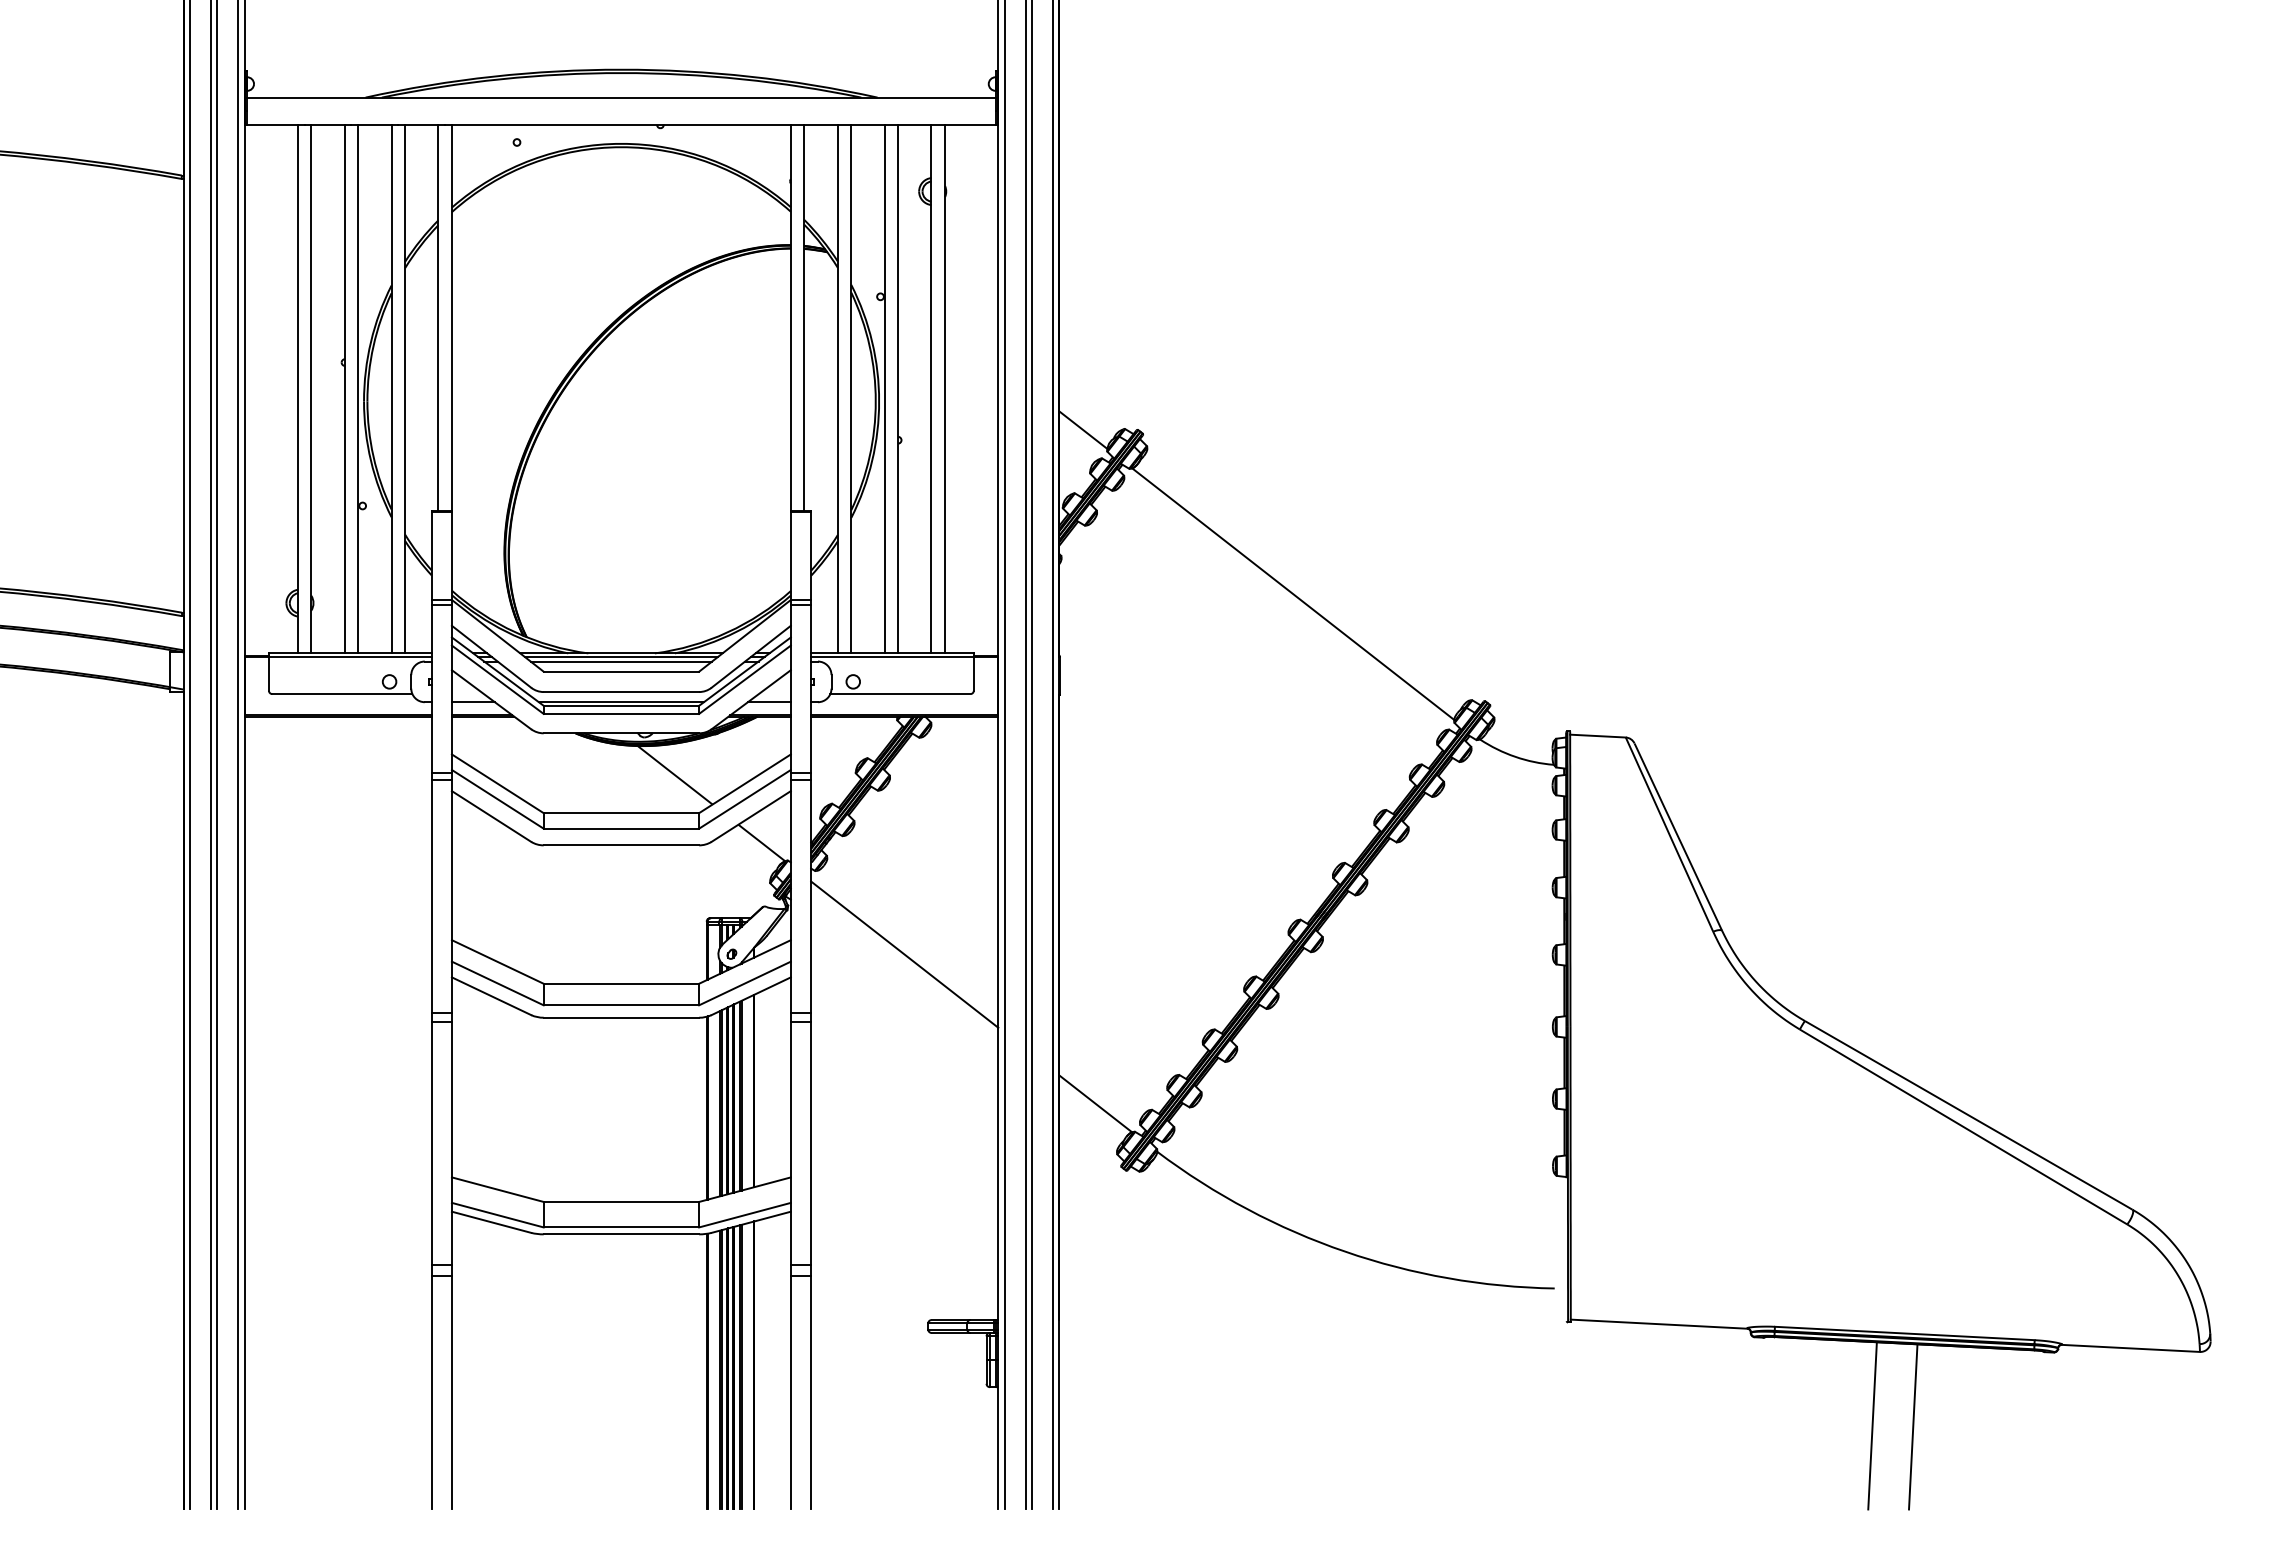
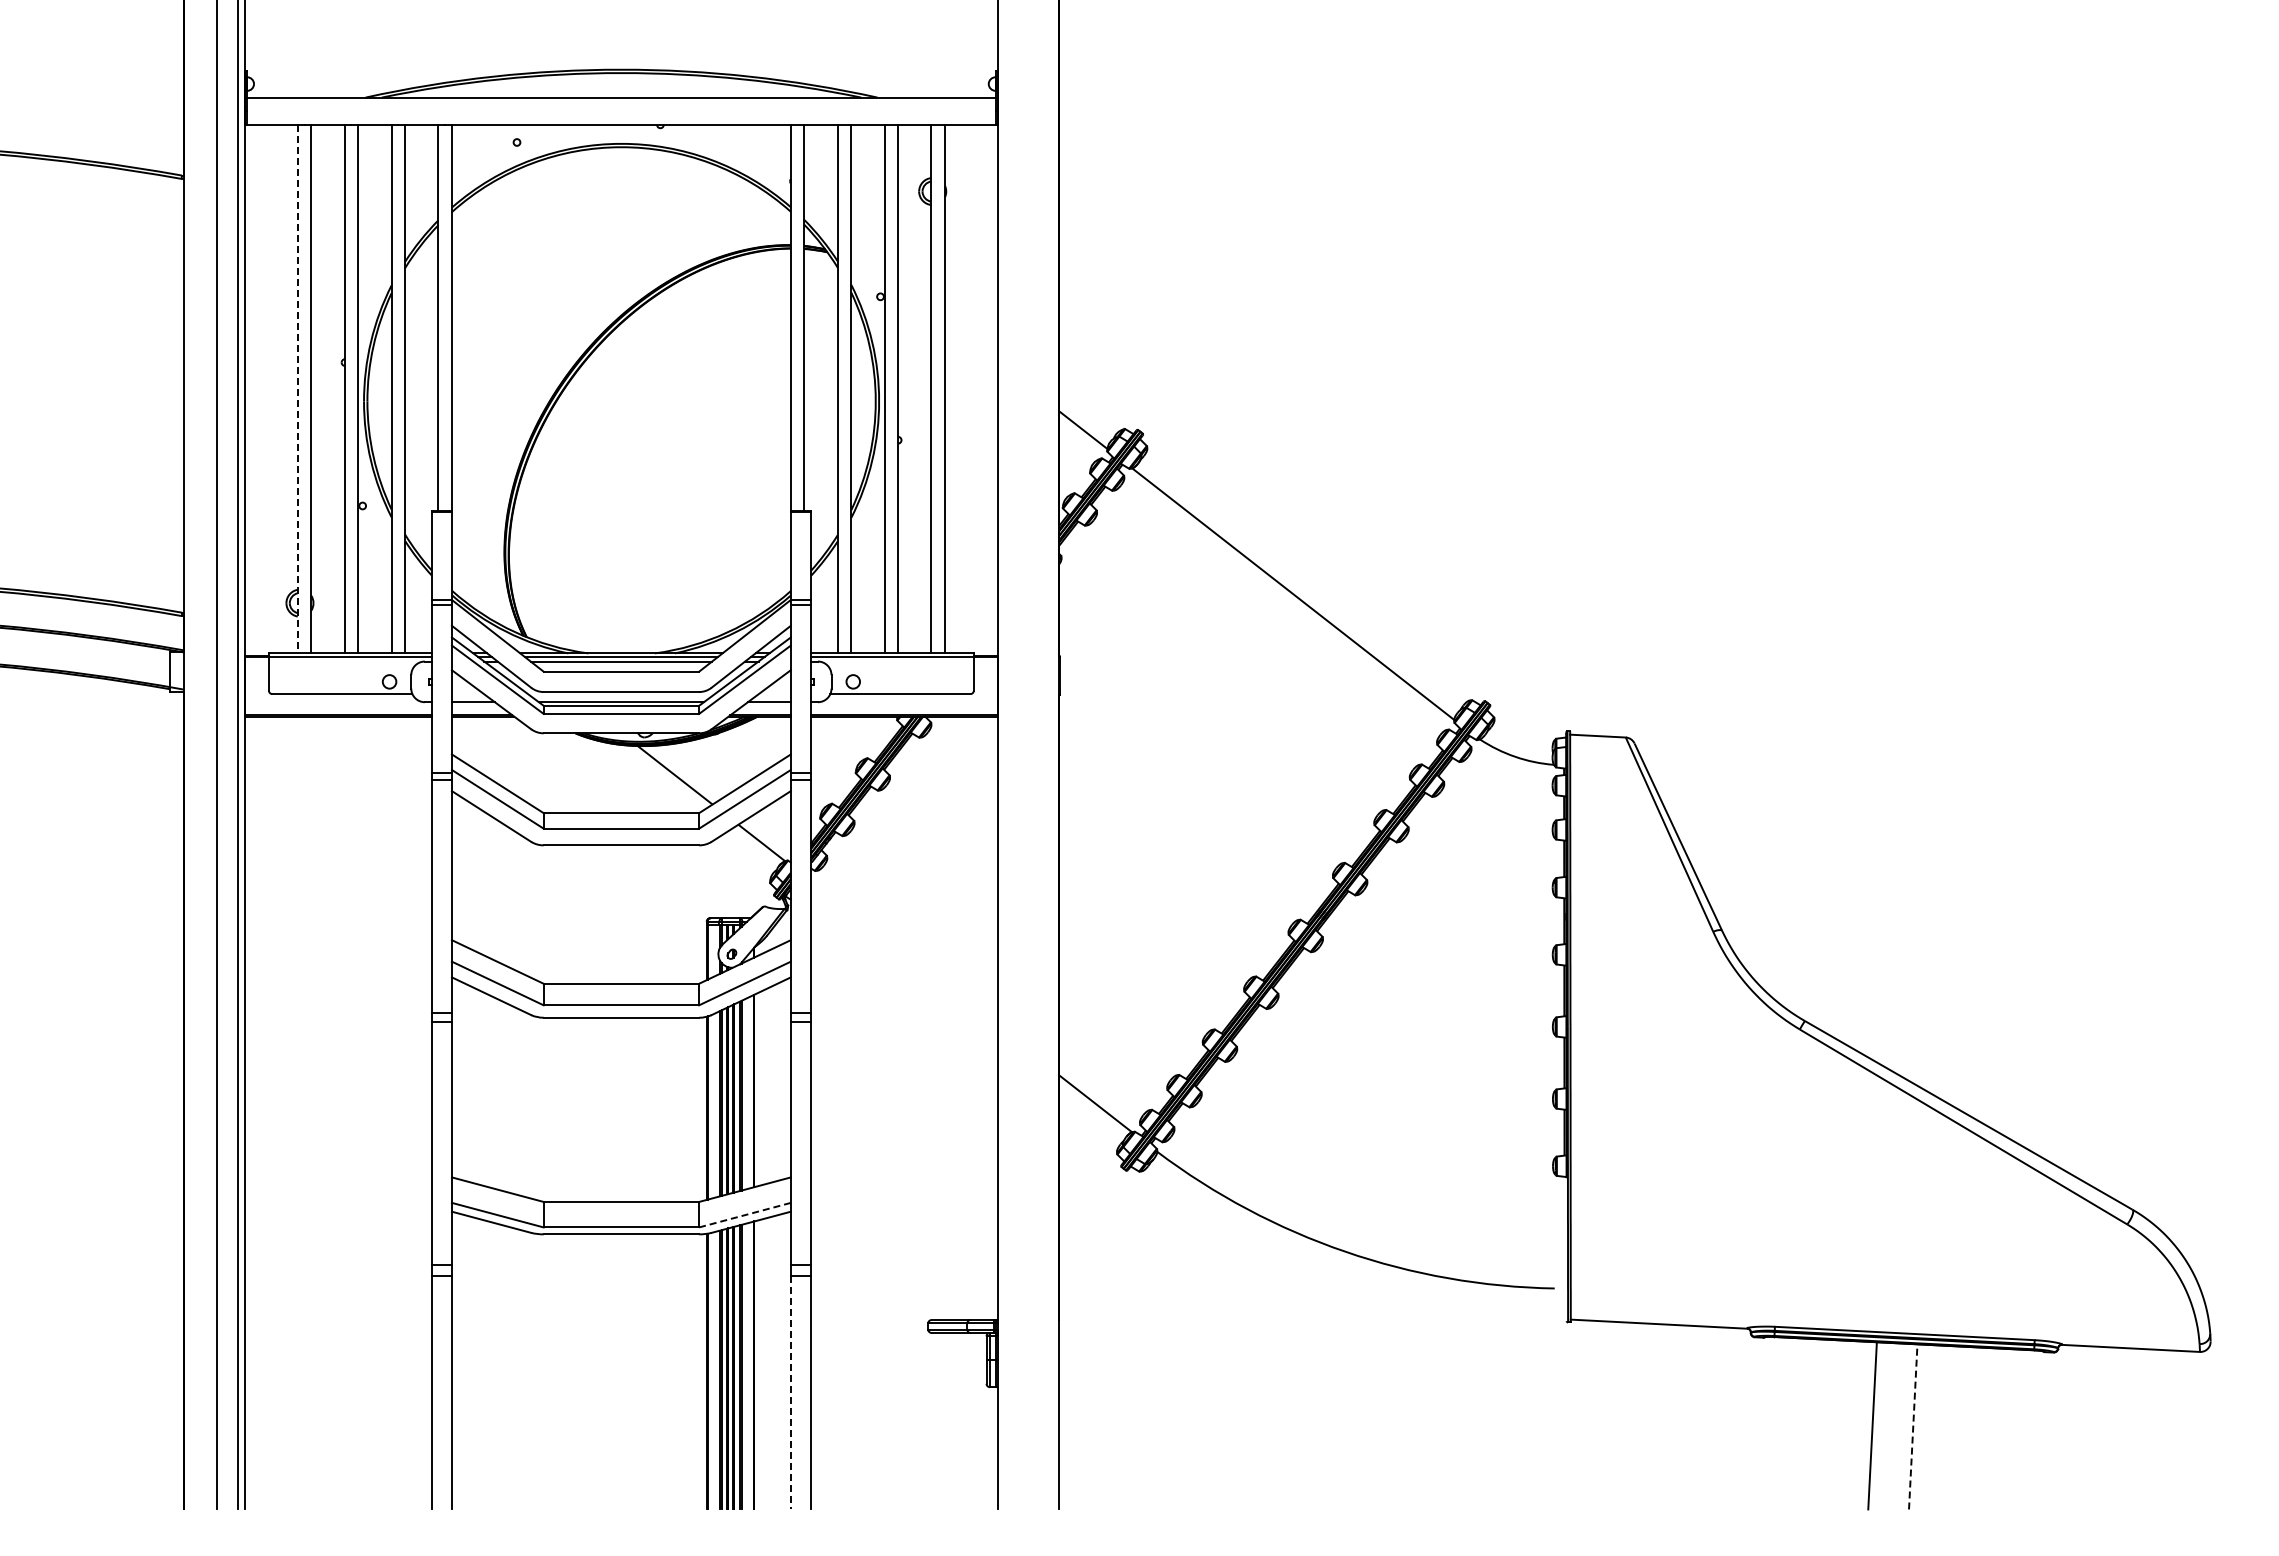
line at (297, 389): solid -> dashed
line at (190, 755): present -> none
line at (211, 755): present -> none
line at (1005, 755): present -> none
line at (1026, 755): present -> none
line at (1031, 755): present -> none
line at (1052, 755): present -> none
line at (904, 954): present -> none
line at (744, 1215): solid -> dashed
line at (790, 1392): solid -> dashed
line at (1913, 1426): solid -> dashed
